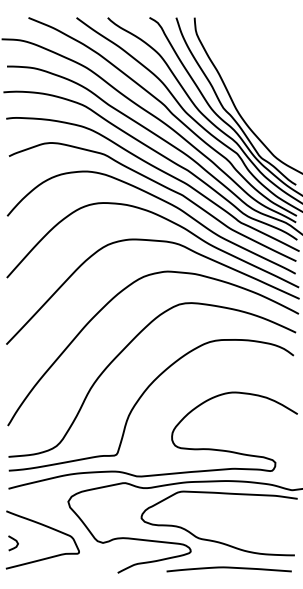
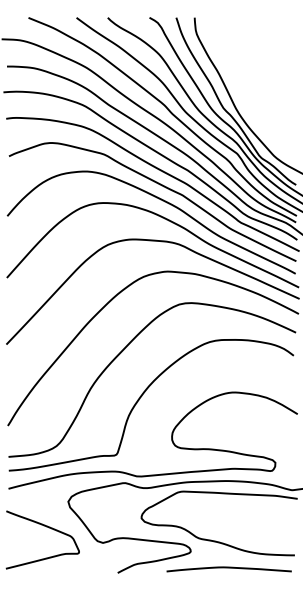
curve at (15, 541): present -> none
